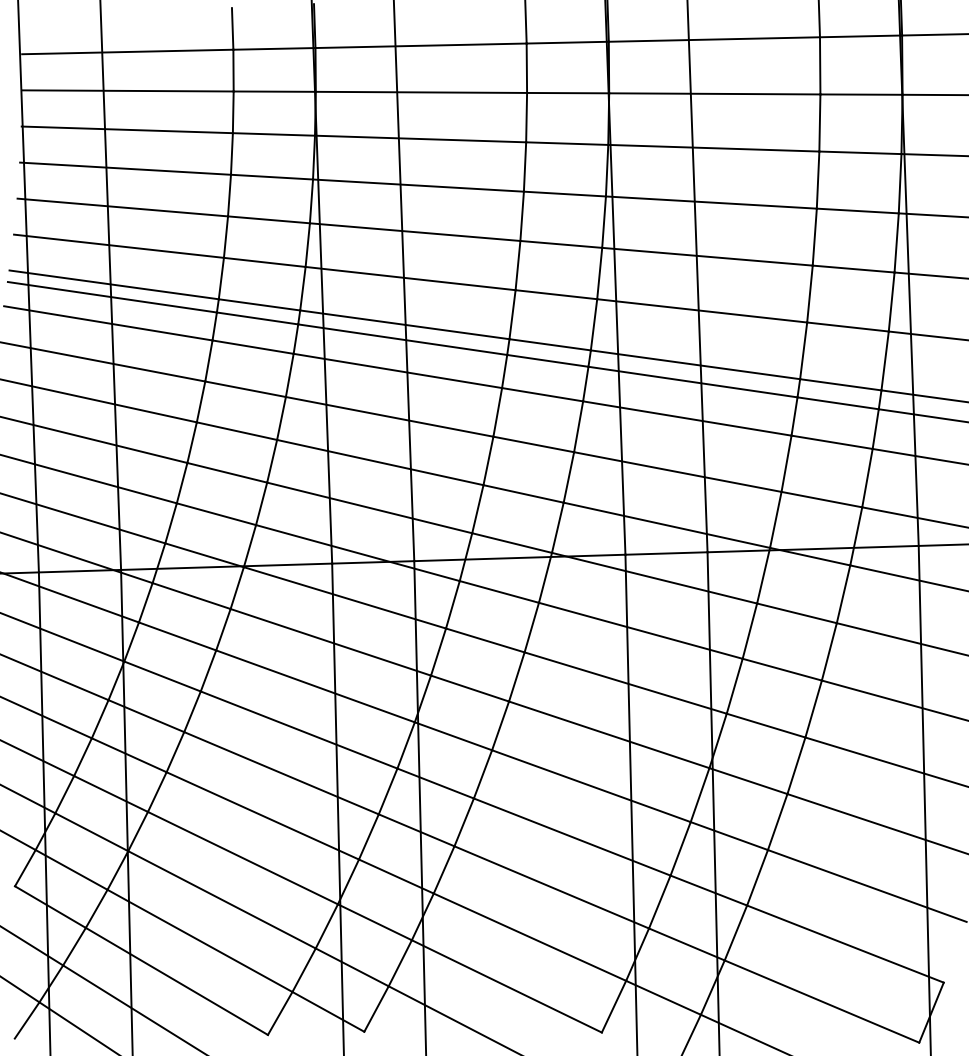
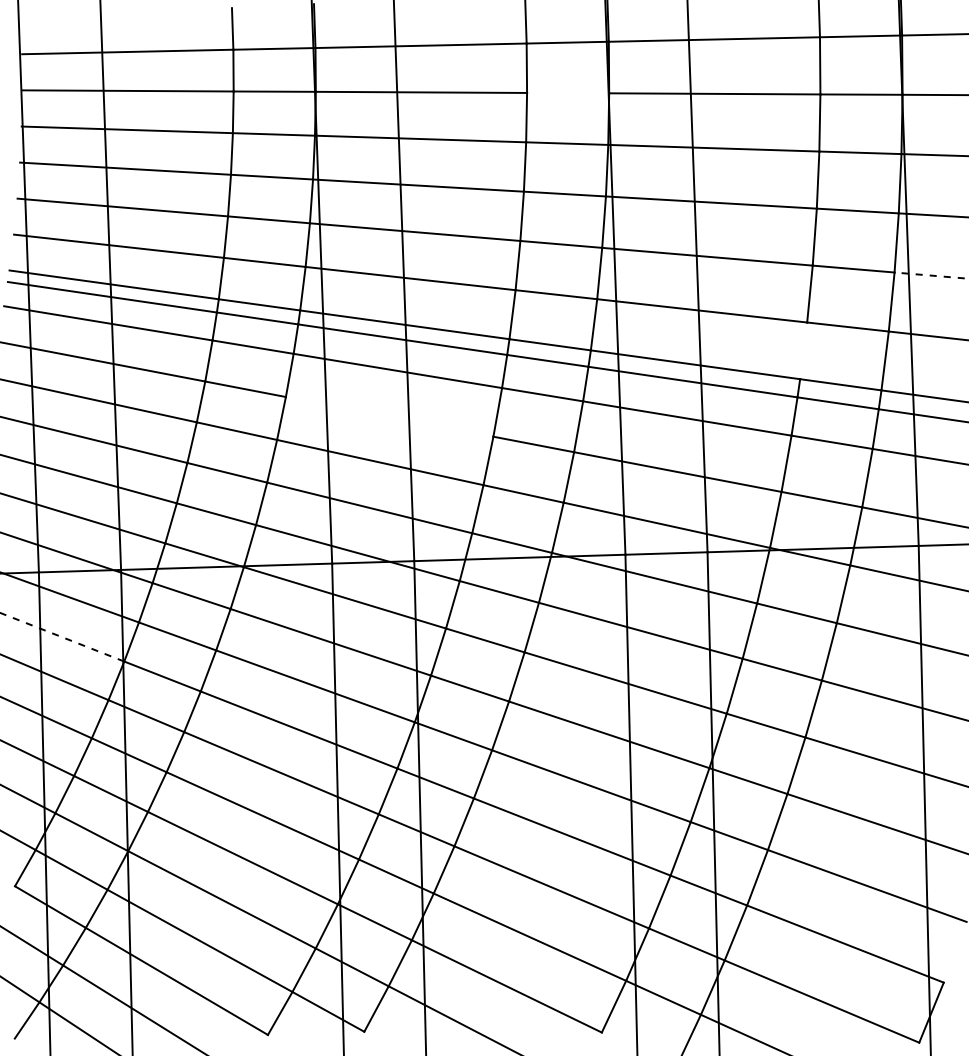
line at (568, 92): present -> none
line at (931, 275): solid -> dashed
line at (803, 350): present -> none
line at (389, 416): present -> none
line at (62, 637): solid -> dashed
